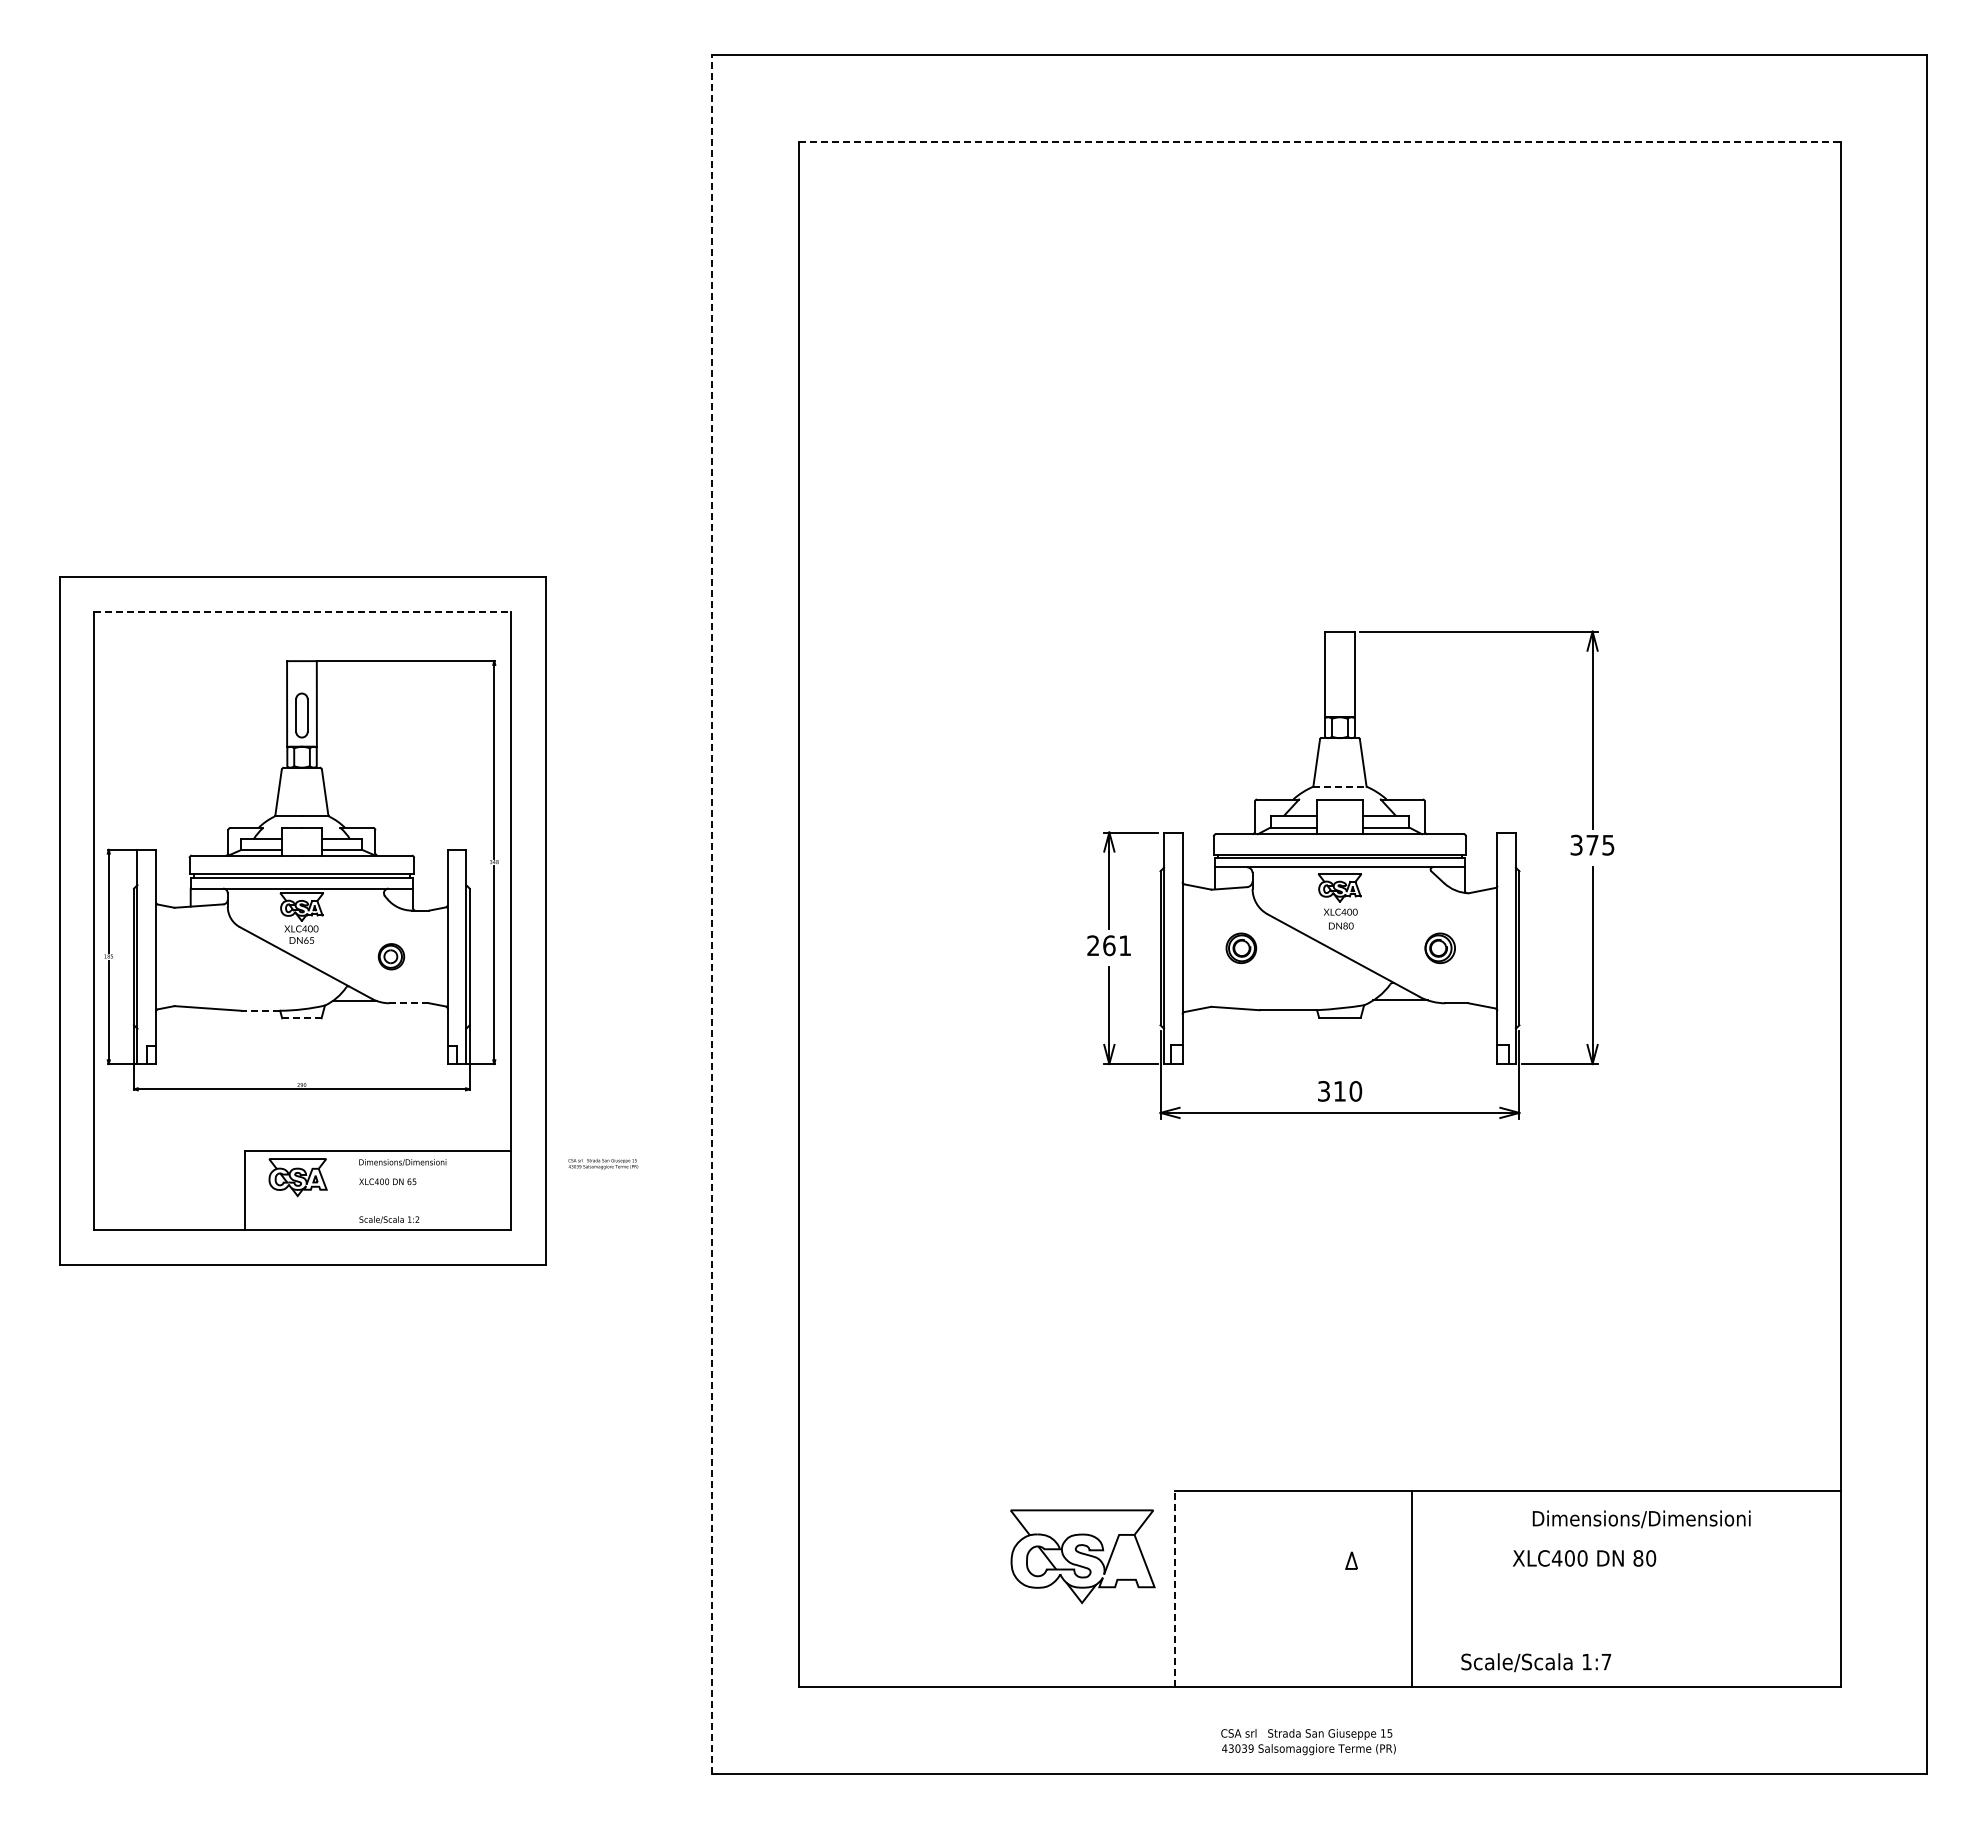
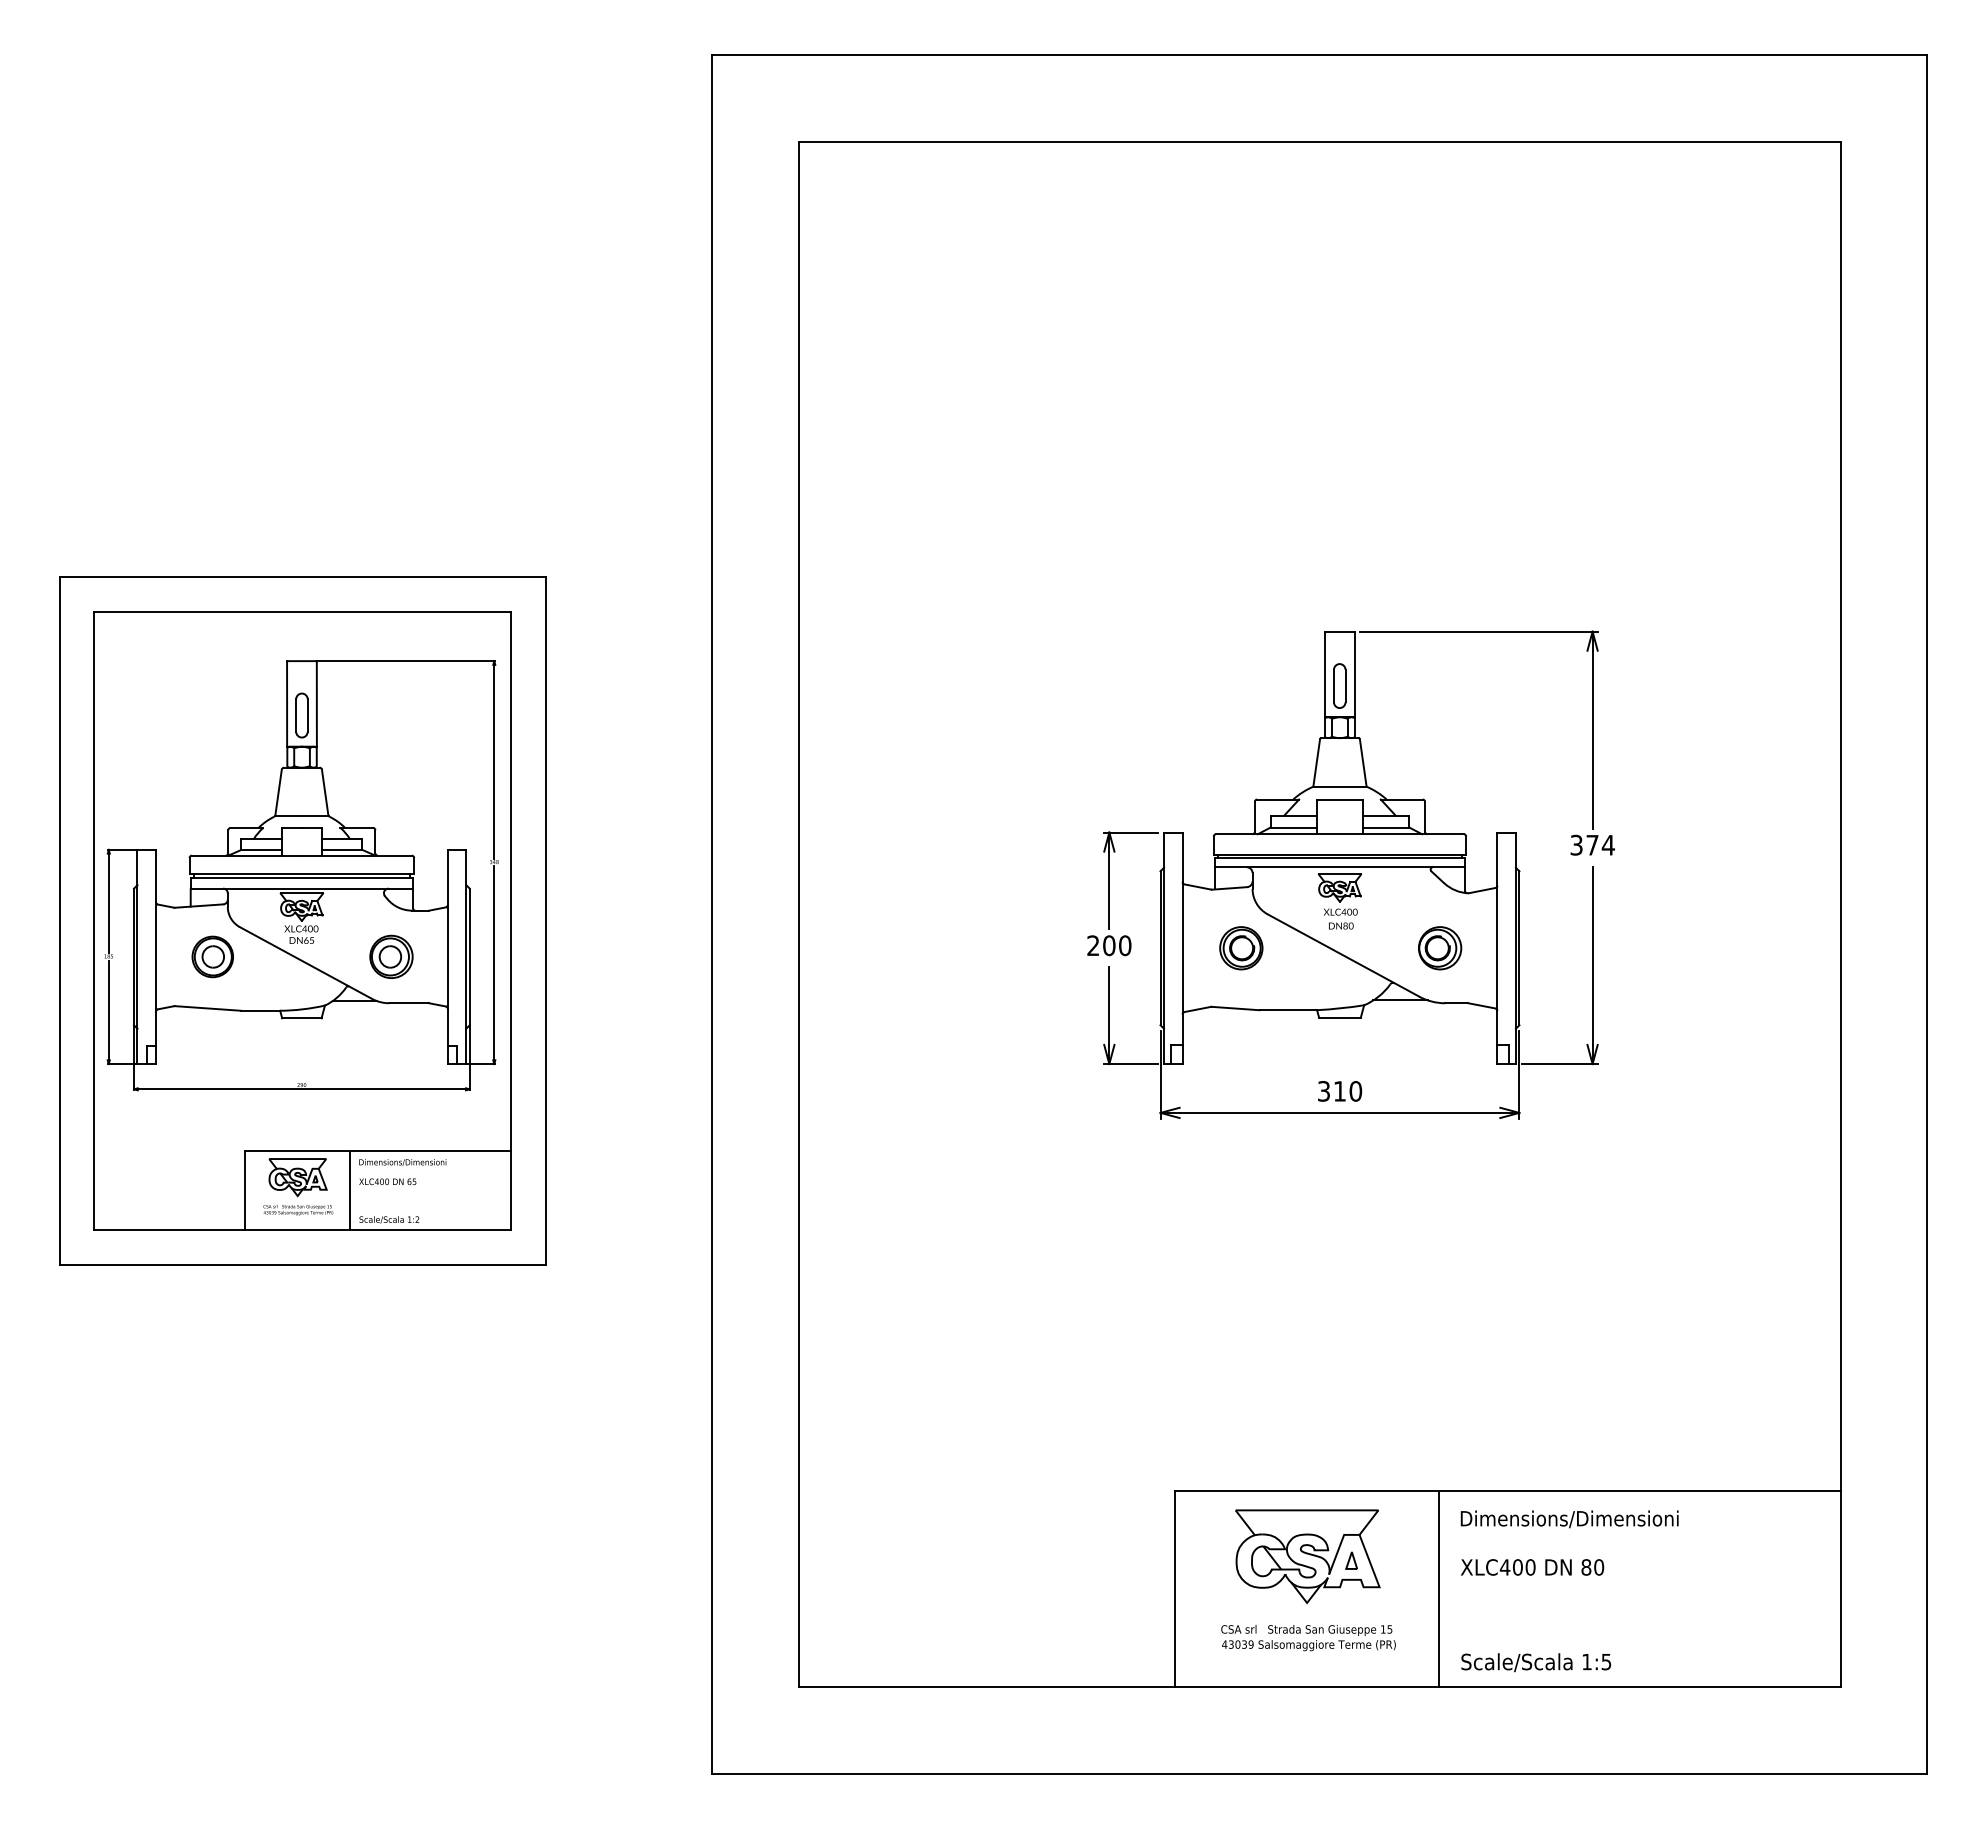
line at (1319, 141): dashed -> solid
line at (303, 611): dashed -> solid
part at (1339, 685): none -> present
line at (1339, 786): dashed -> solid
text at (1607, 845): 375 -> 374
line at (711, 914): dashed -> solid
text at (1117, 945): 261 -> 200
part at (1241, 948) size: 33x33 px -> 45x45 px
part at (1439, 948) size: 32x33 px -> 45x45 px
part at (212, 956): none -> present
part at (391, 956) size: 29x28 px -> 45x45 px
line at (409, 1003): dashed -> solid
line at (260, 1010): dashed -> solid
line at (301, 1018): dashed -> solid
text at (603, 1164) position: (603, 1164) -> (298, 1210)
line at (350, 1190): none -> present
text at (1641, 1519) position: (1641, 1519) -> (1569, 1519)
part at (1082, 1556) position: (1082, 1556) -> (1307, 1556)
text at (1584, 1558) position: (1584, 1558) -> (1532, 1567)
line at (1175, 1588): dashed -> solid
line at (1411, 1589) position: (1411, 1589) -> (1438, 1589)
text at (1606, 1662): 1:7 -> 1:5
text at (1308, 1742) position: (1308, 1742) -> (1308, 1638)
